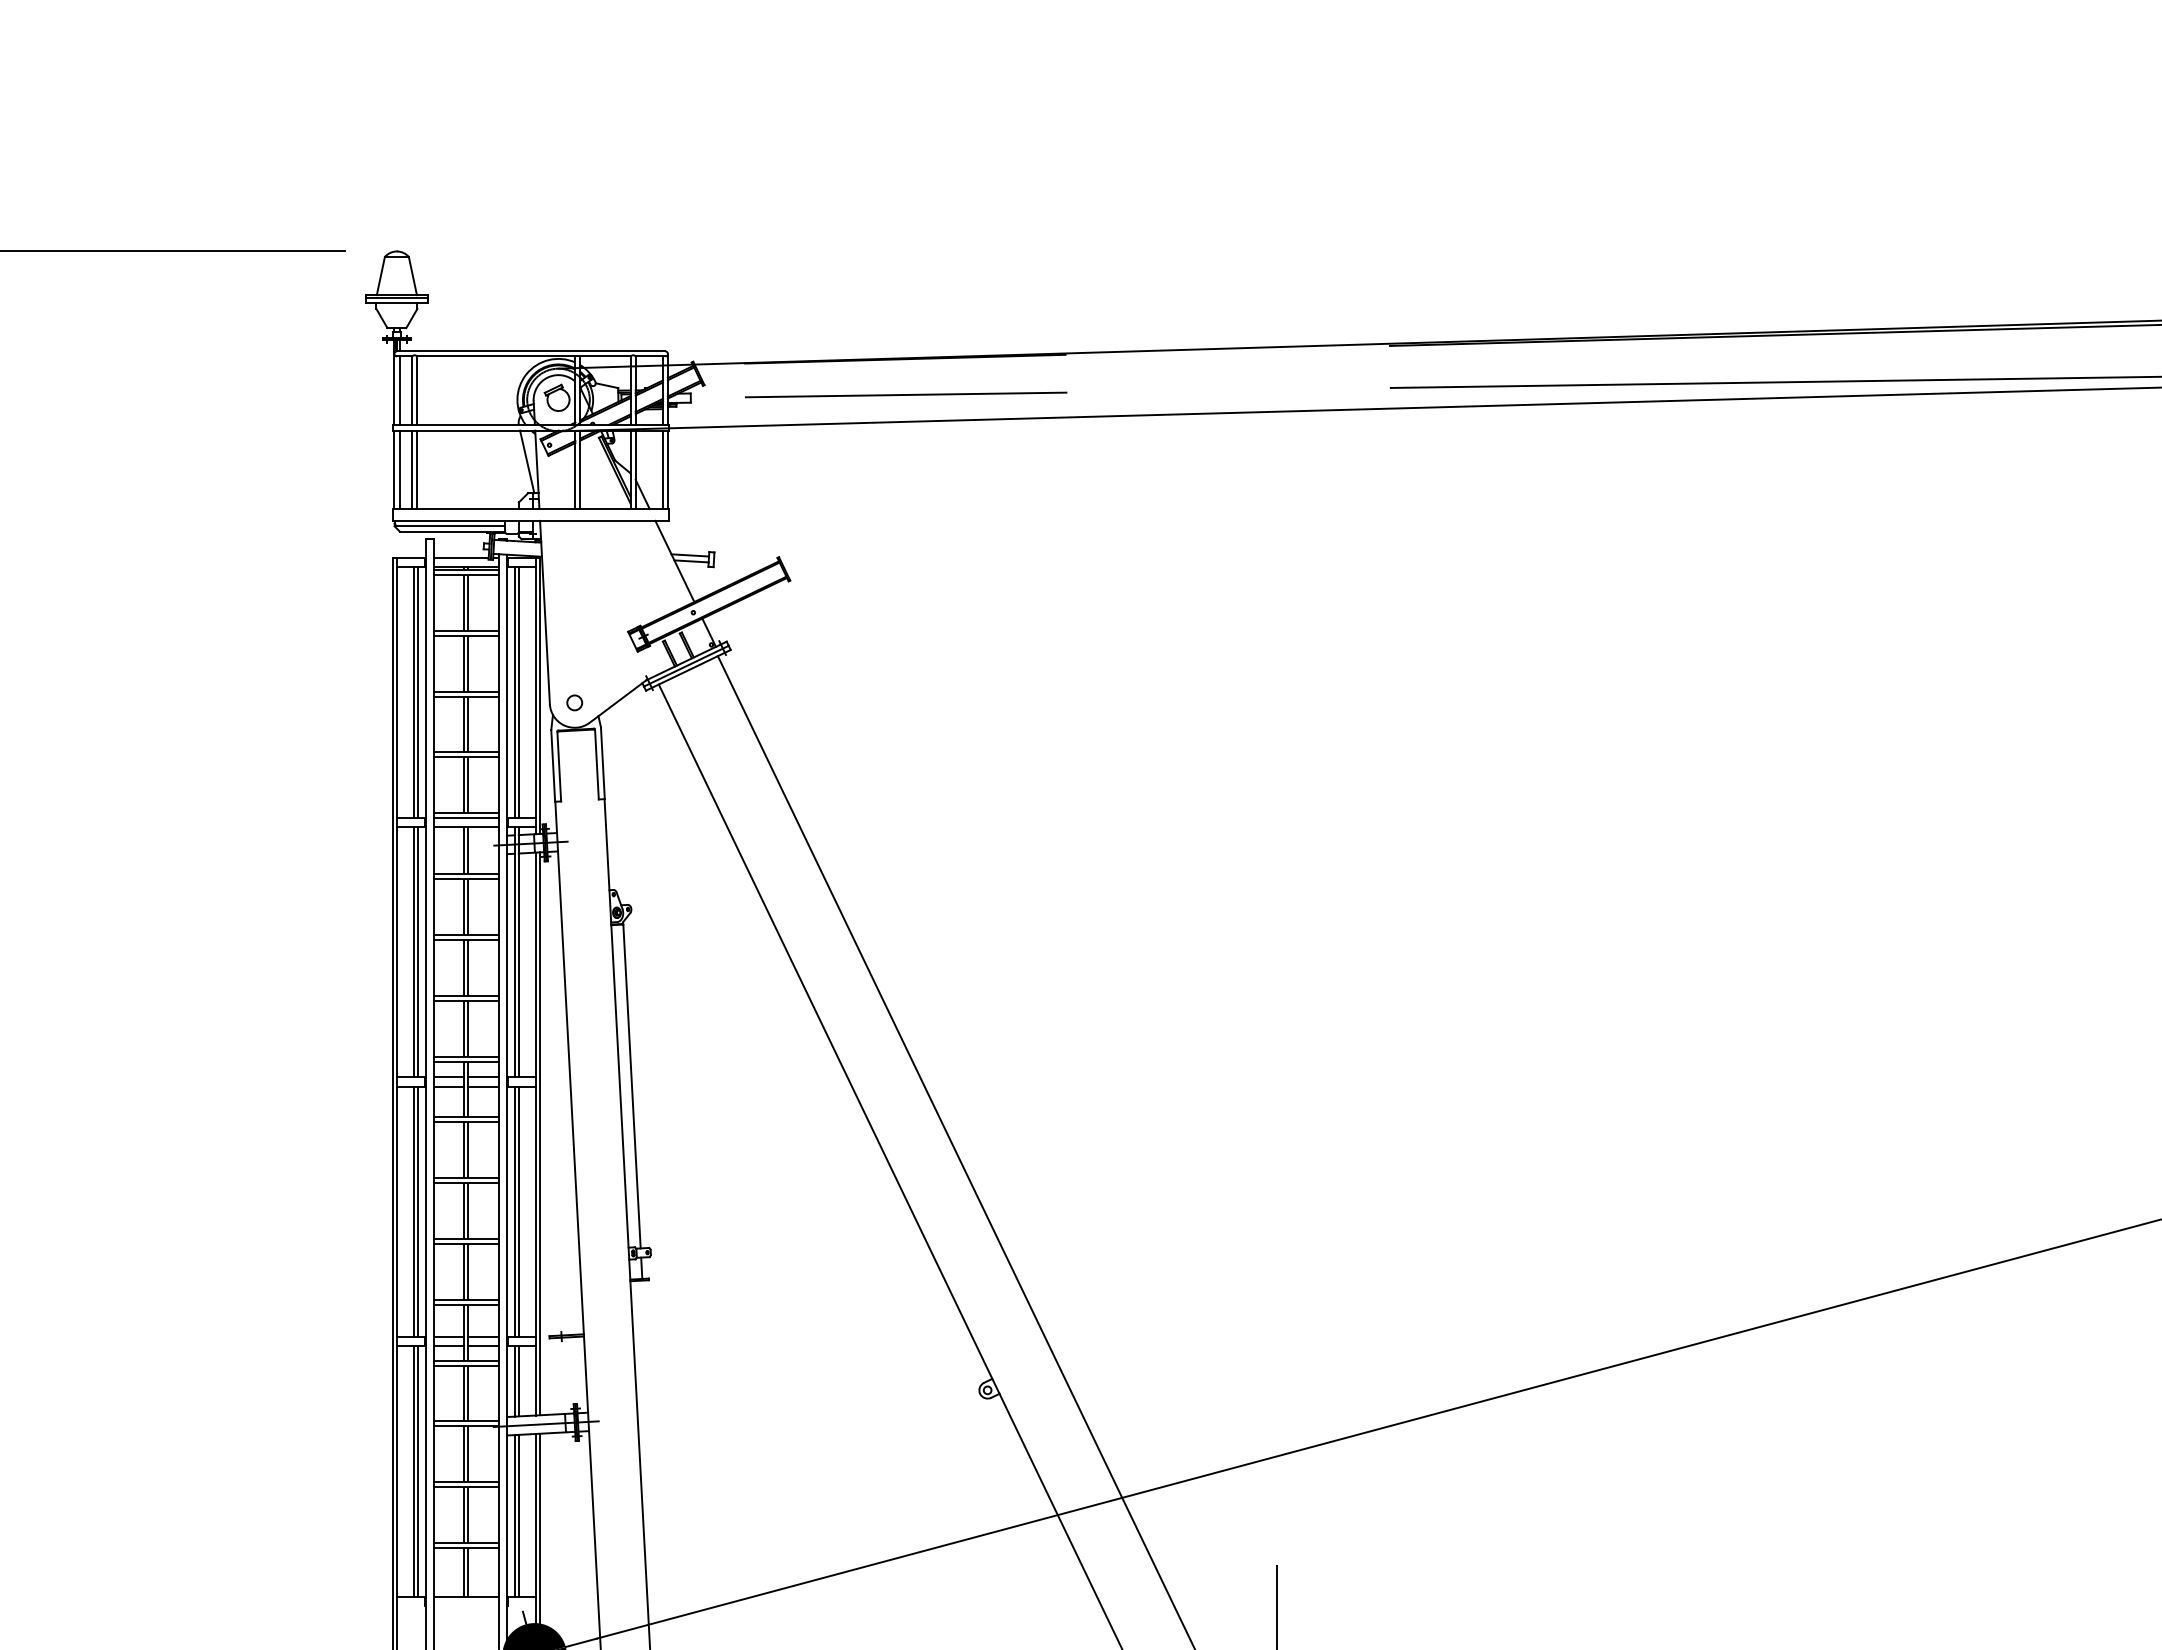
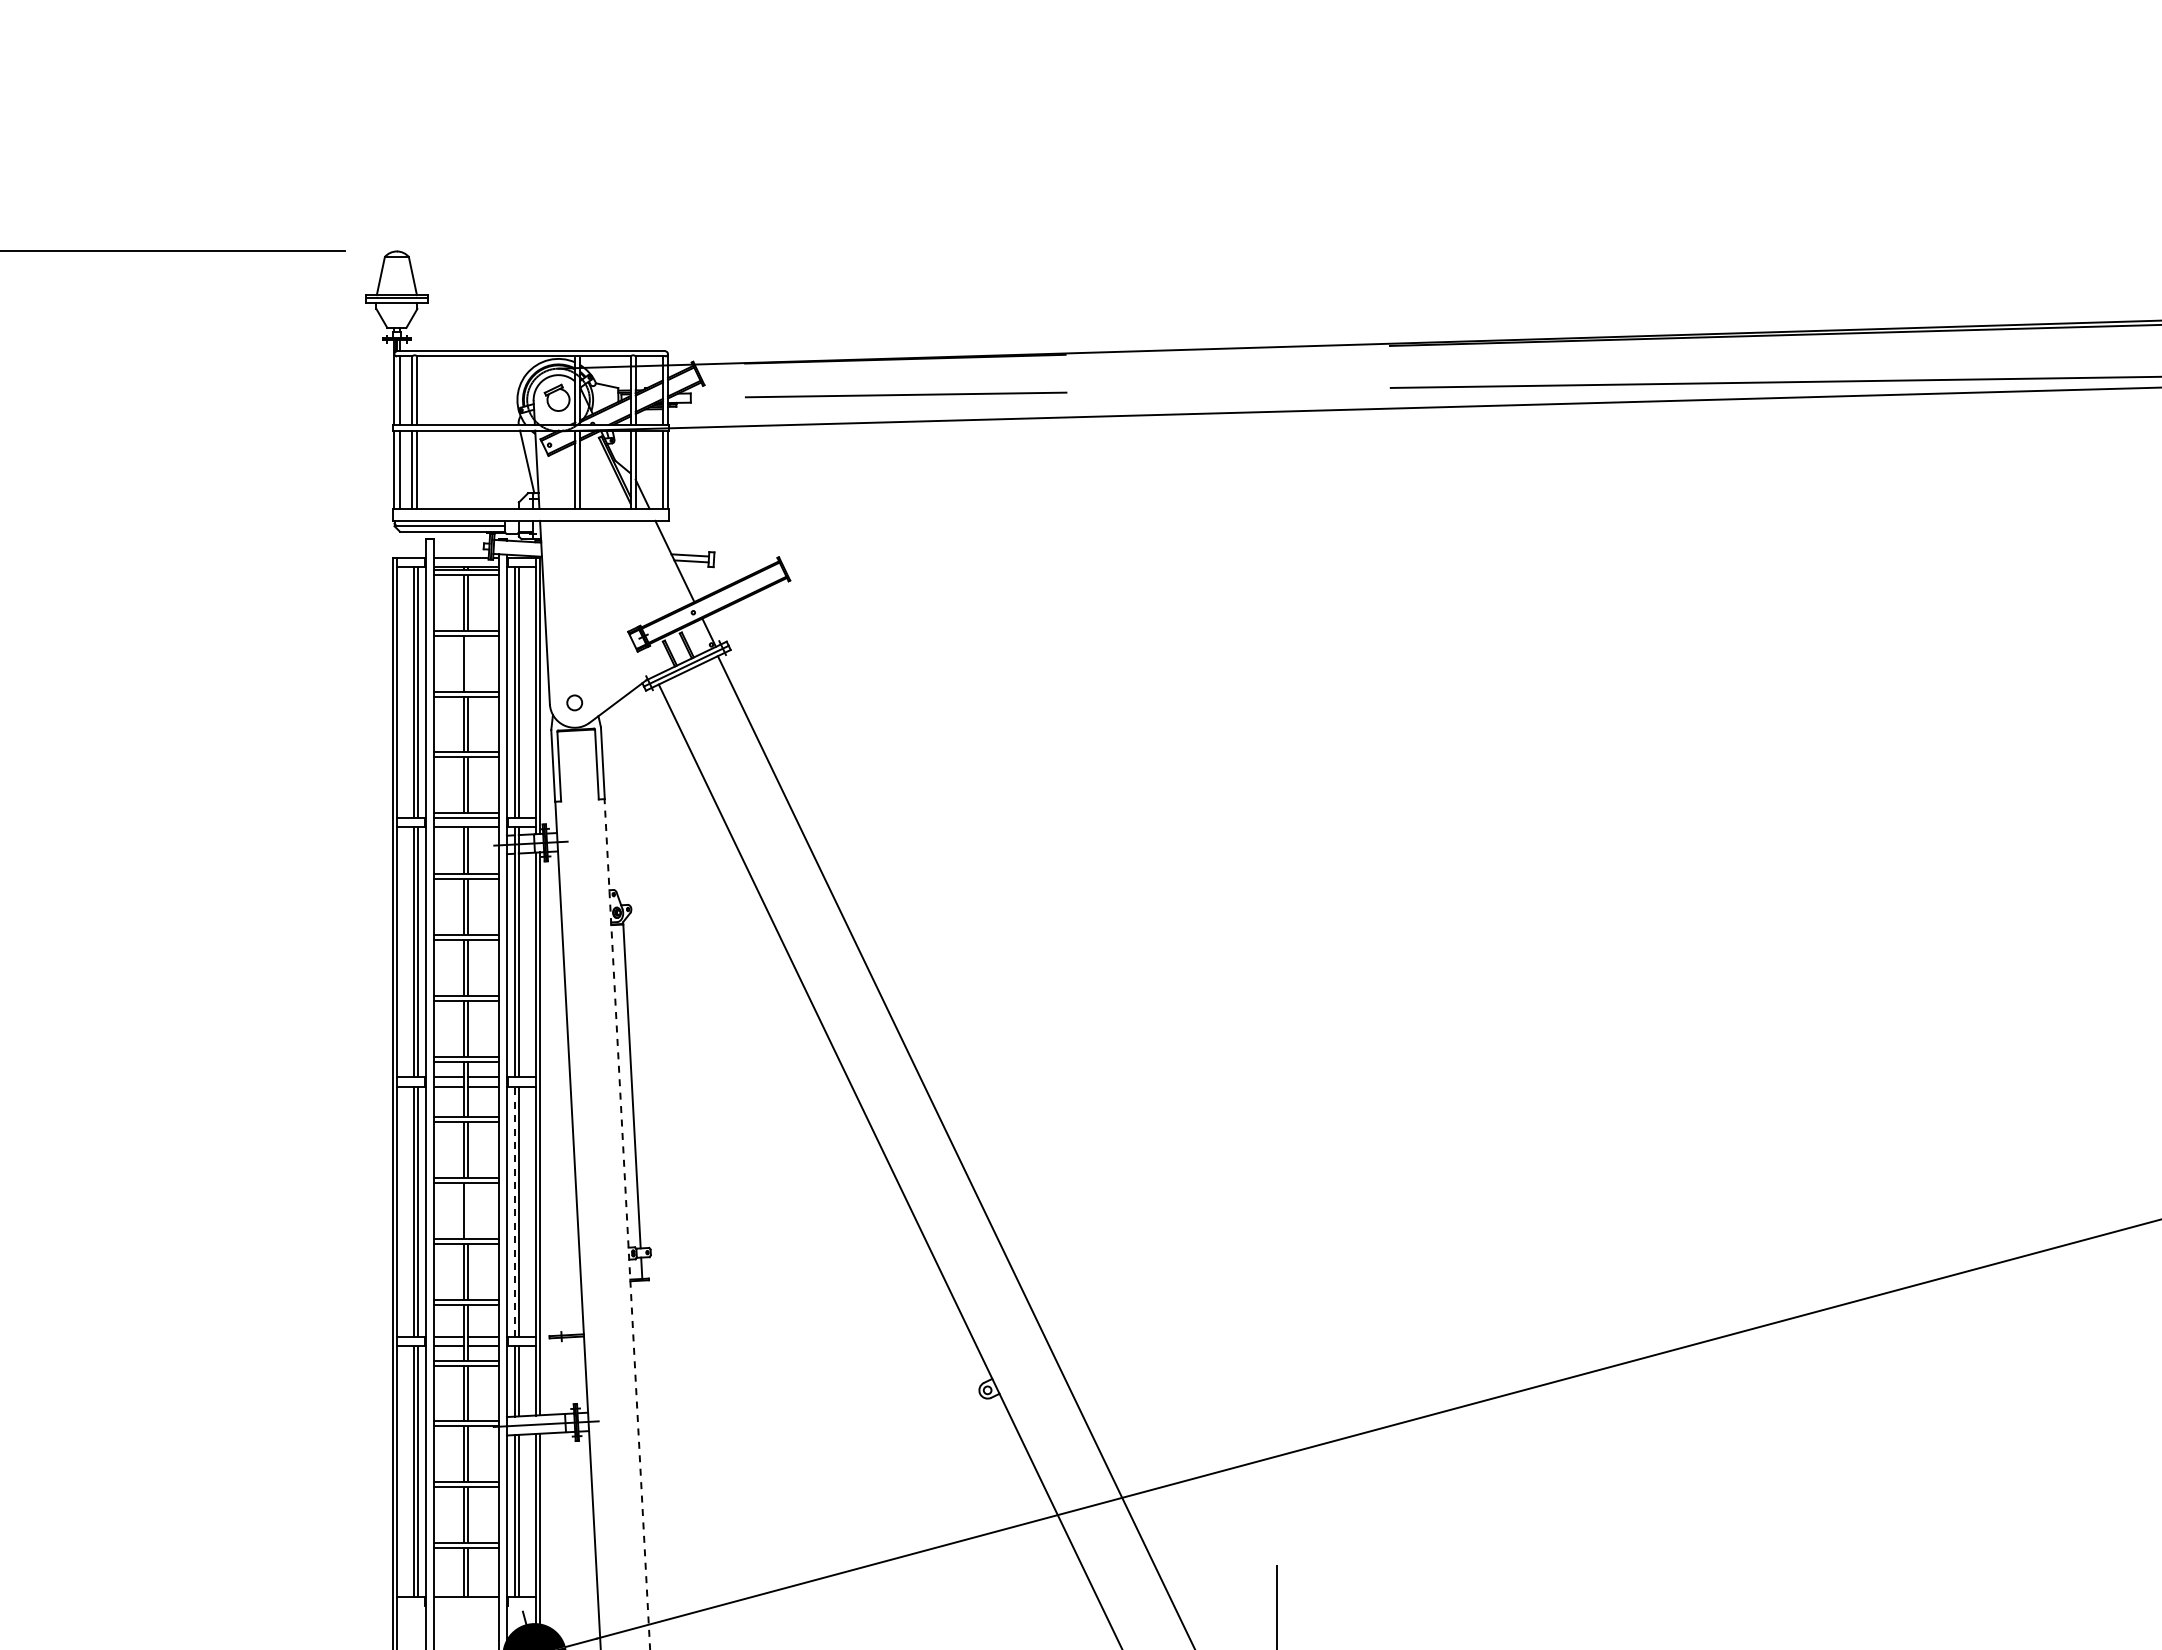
line at (468, 663): present -> none
line at (468, 1210): present -> none
line at (514, 1211): solid -> dashed
line at (627, 1224): solid -> dashed
